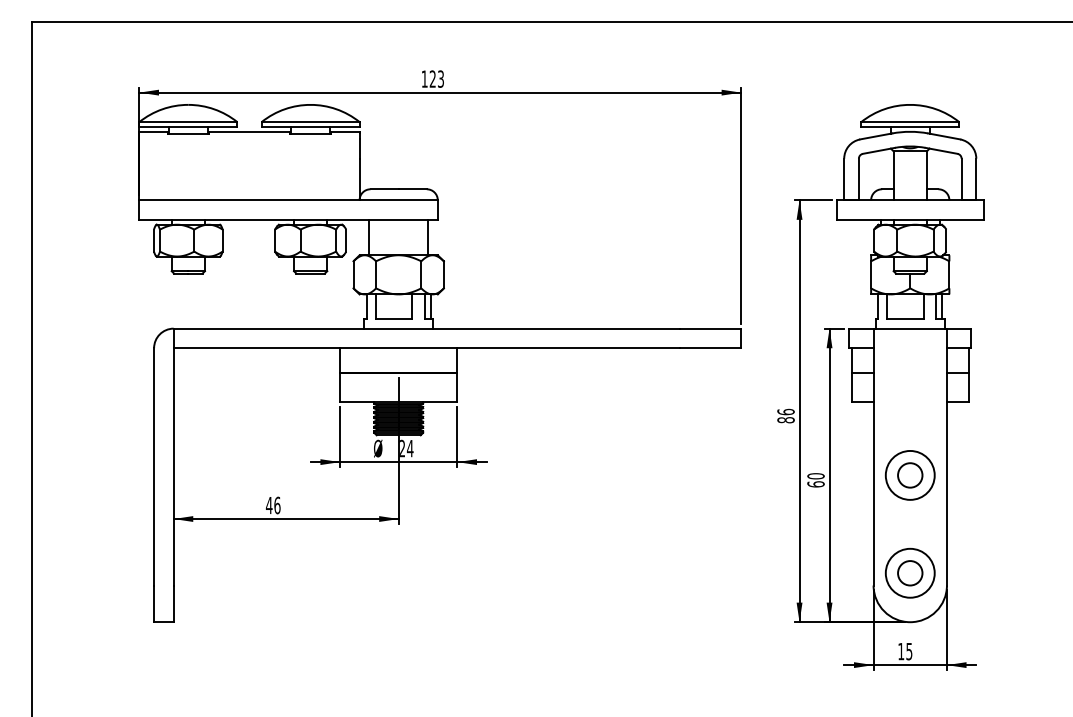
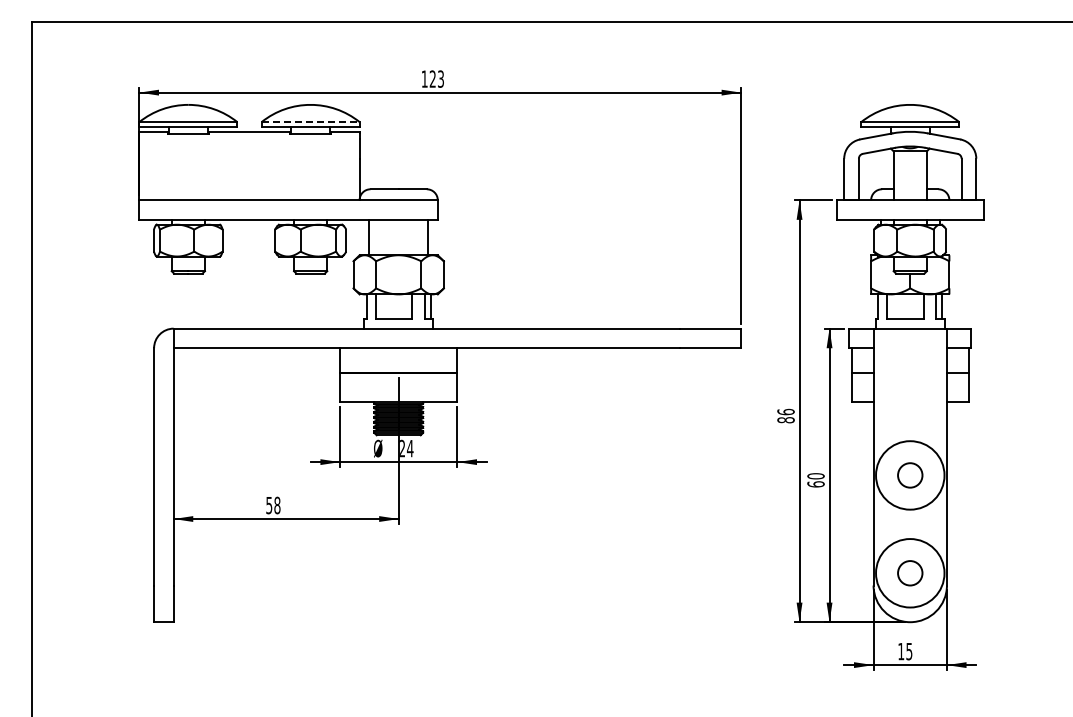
line at (310, 122): solid -> dashed
circle at (909, 474) diameter: 49 px -> 68 px
text at (272, 505): 46 -> 58
circle at (909, 572) diameter: 49 px -> 68 px
